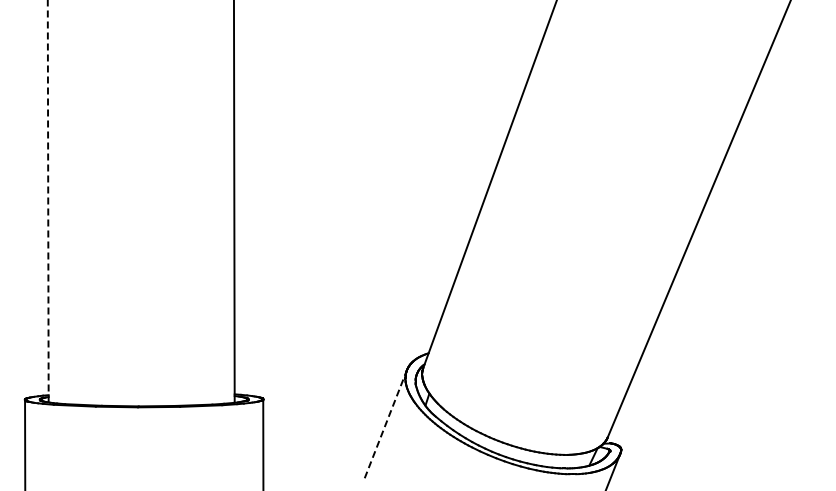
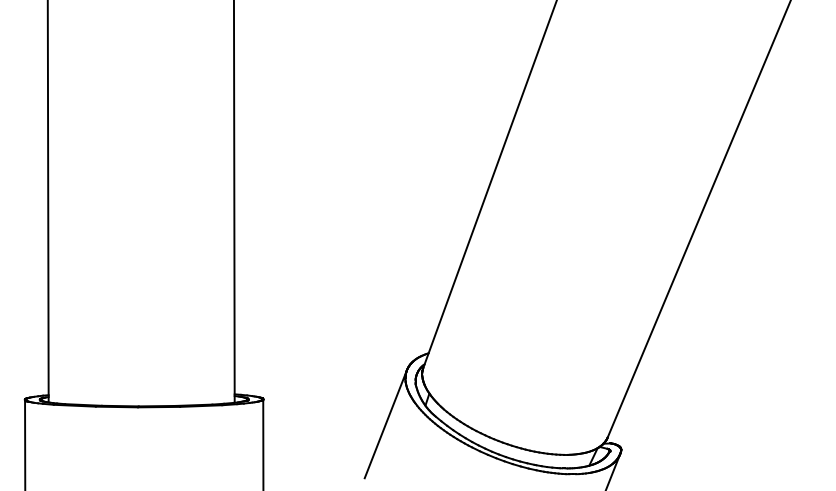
line at (48, 201): dashed -> solid
line at (385, 424): dashed -> solid
